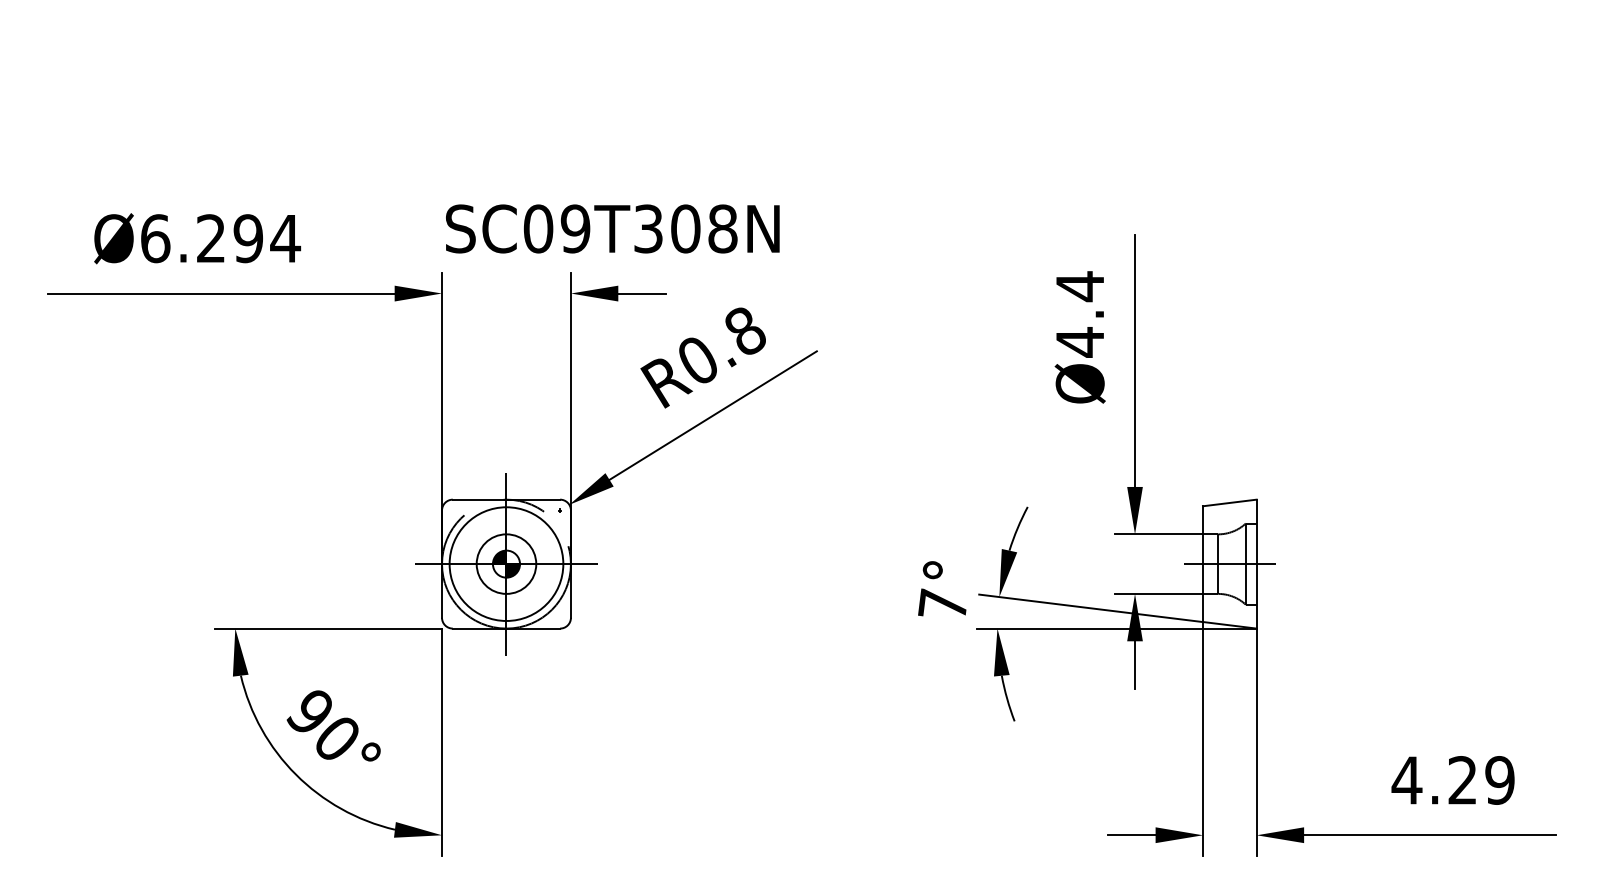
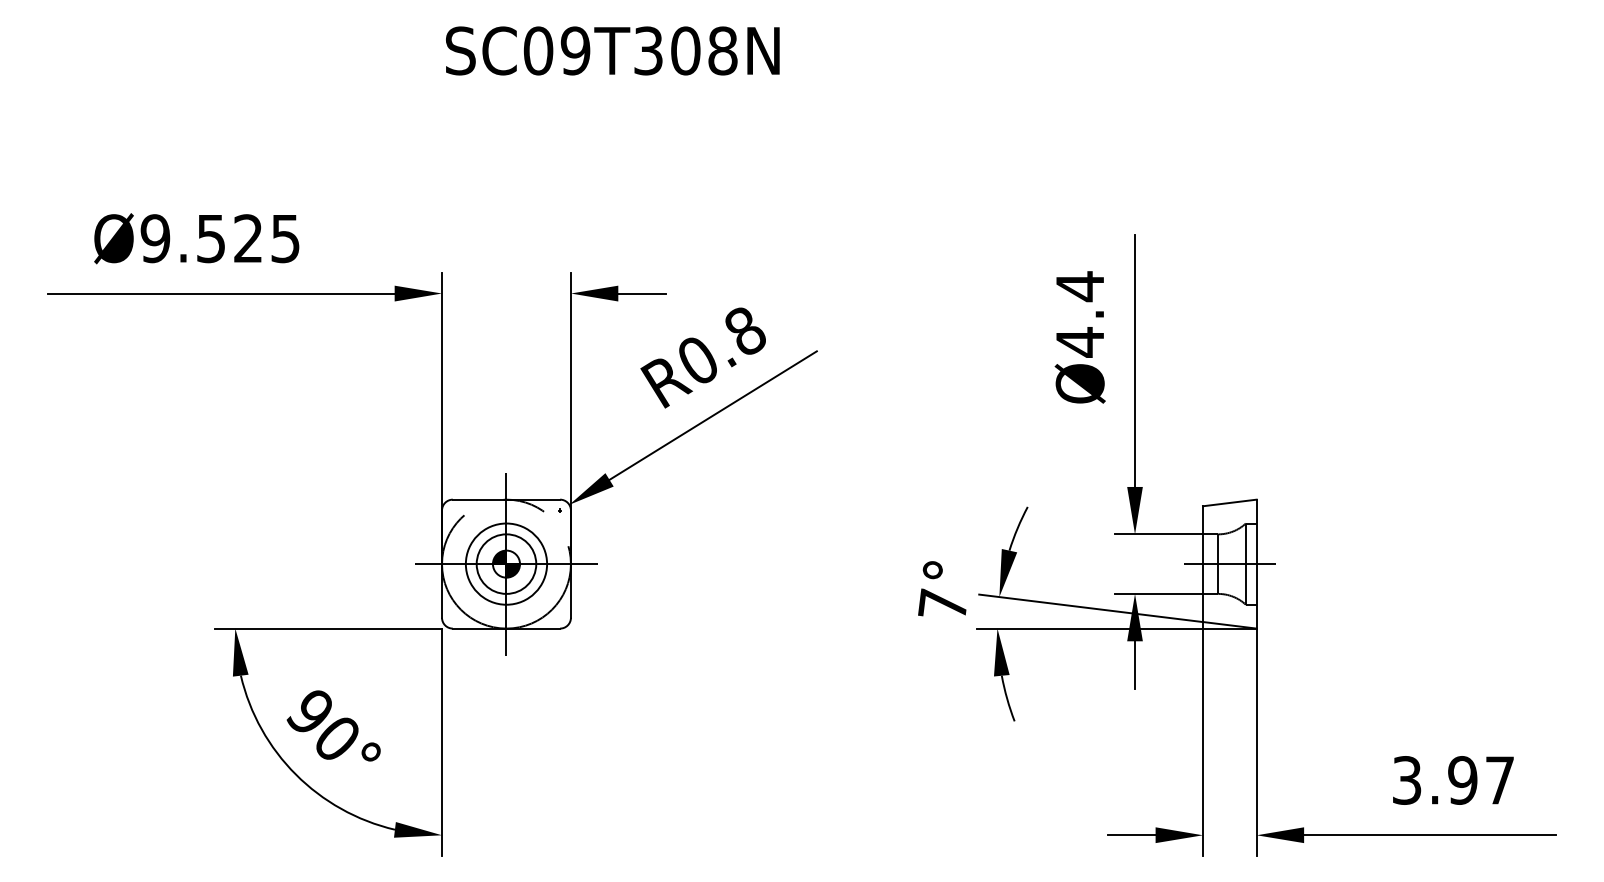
text at (612, 228) position: (612, 228) -> (612, 50)
text at (220, 238): Ø6.294 -> Ø9.525
circle at (506, 563) diameter: 114 px -> 81 px
text at (1452, 780): 4.29 -> 3.97
